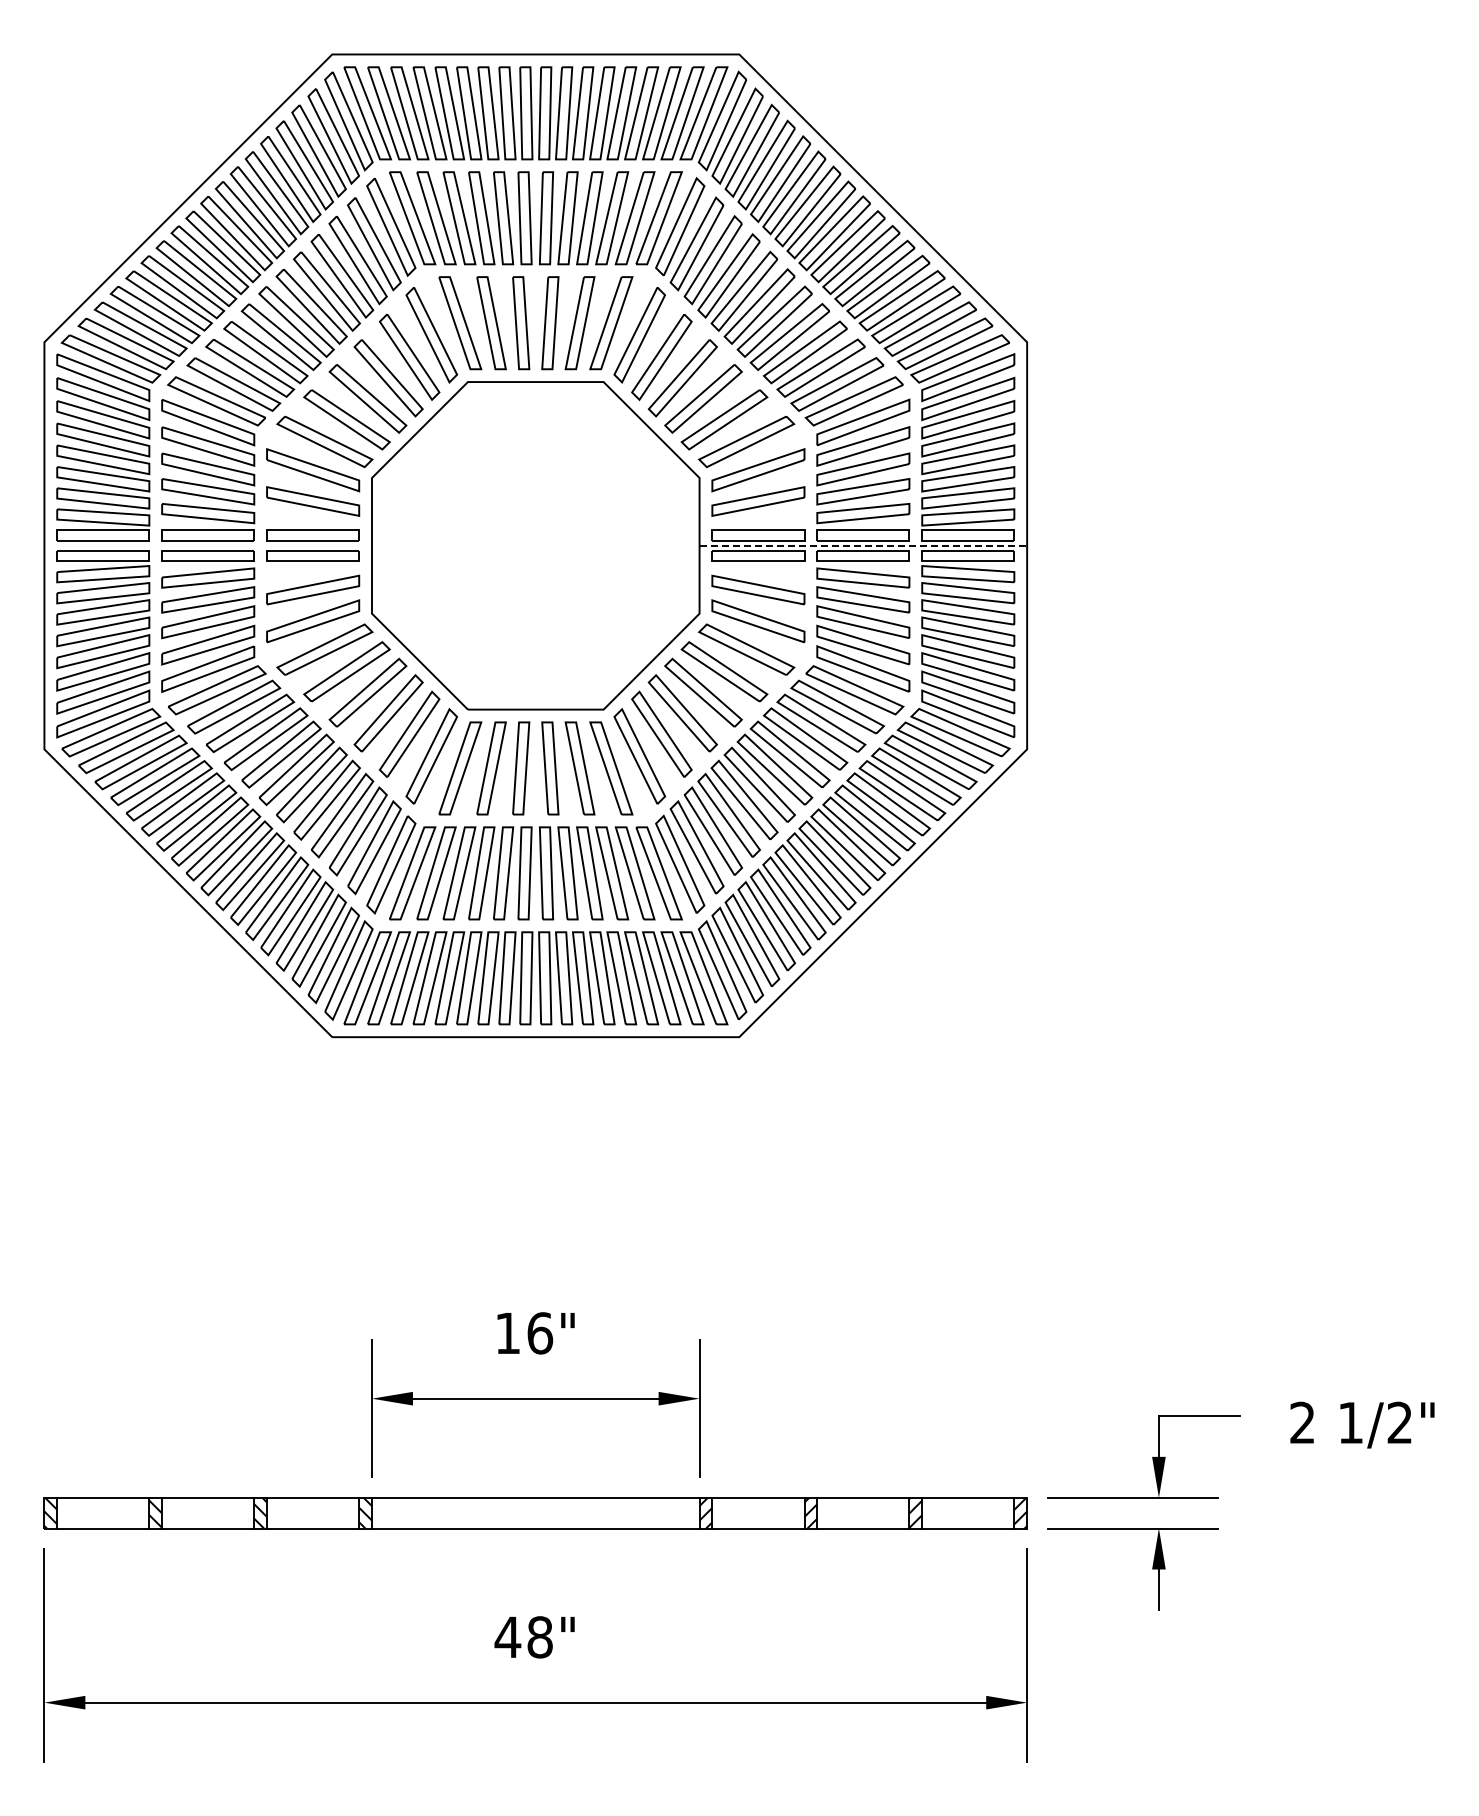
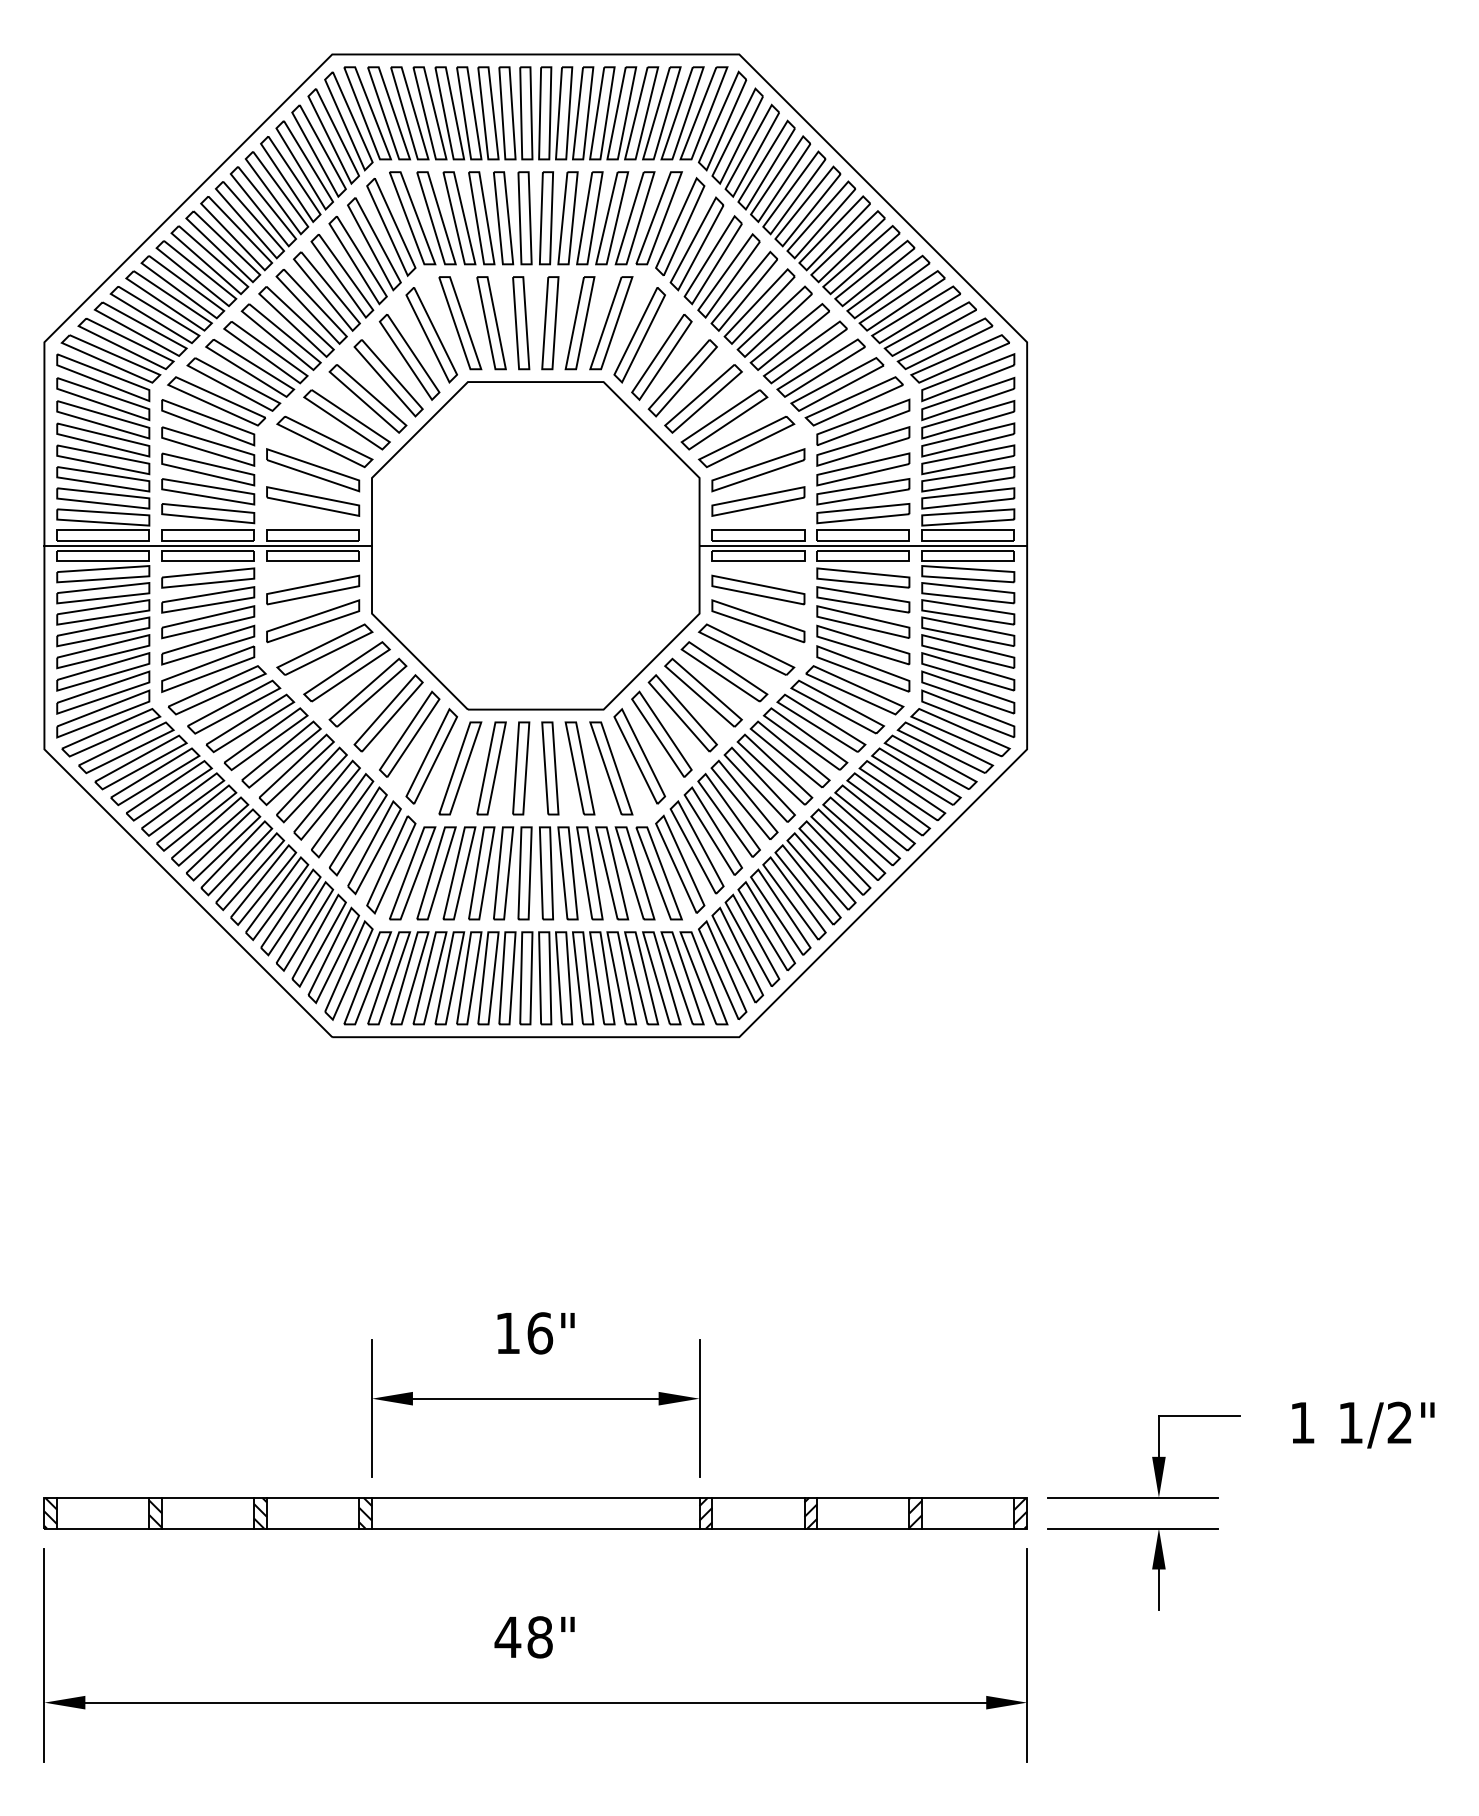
line at (208, 545): none -> present
line at (863, 545): dashed -> solid
text at (1302, 1422): 2 -> 1
